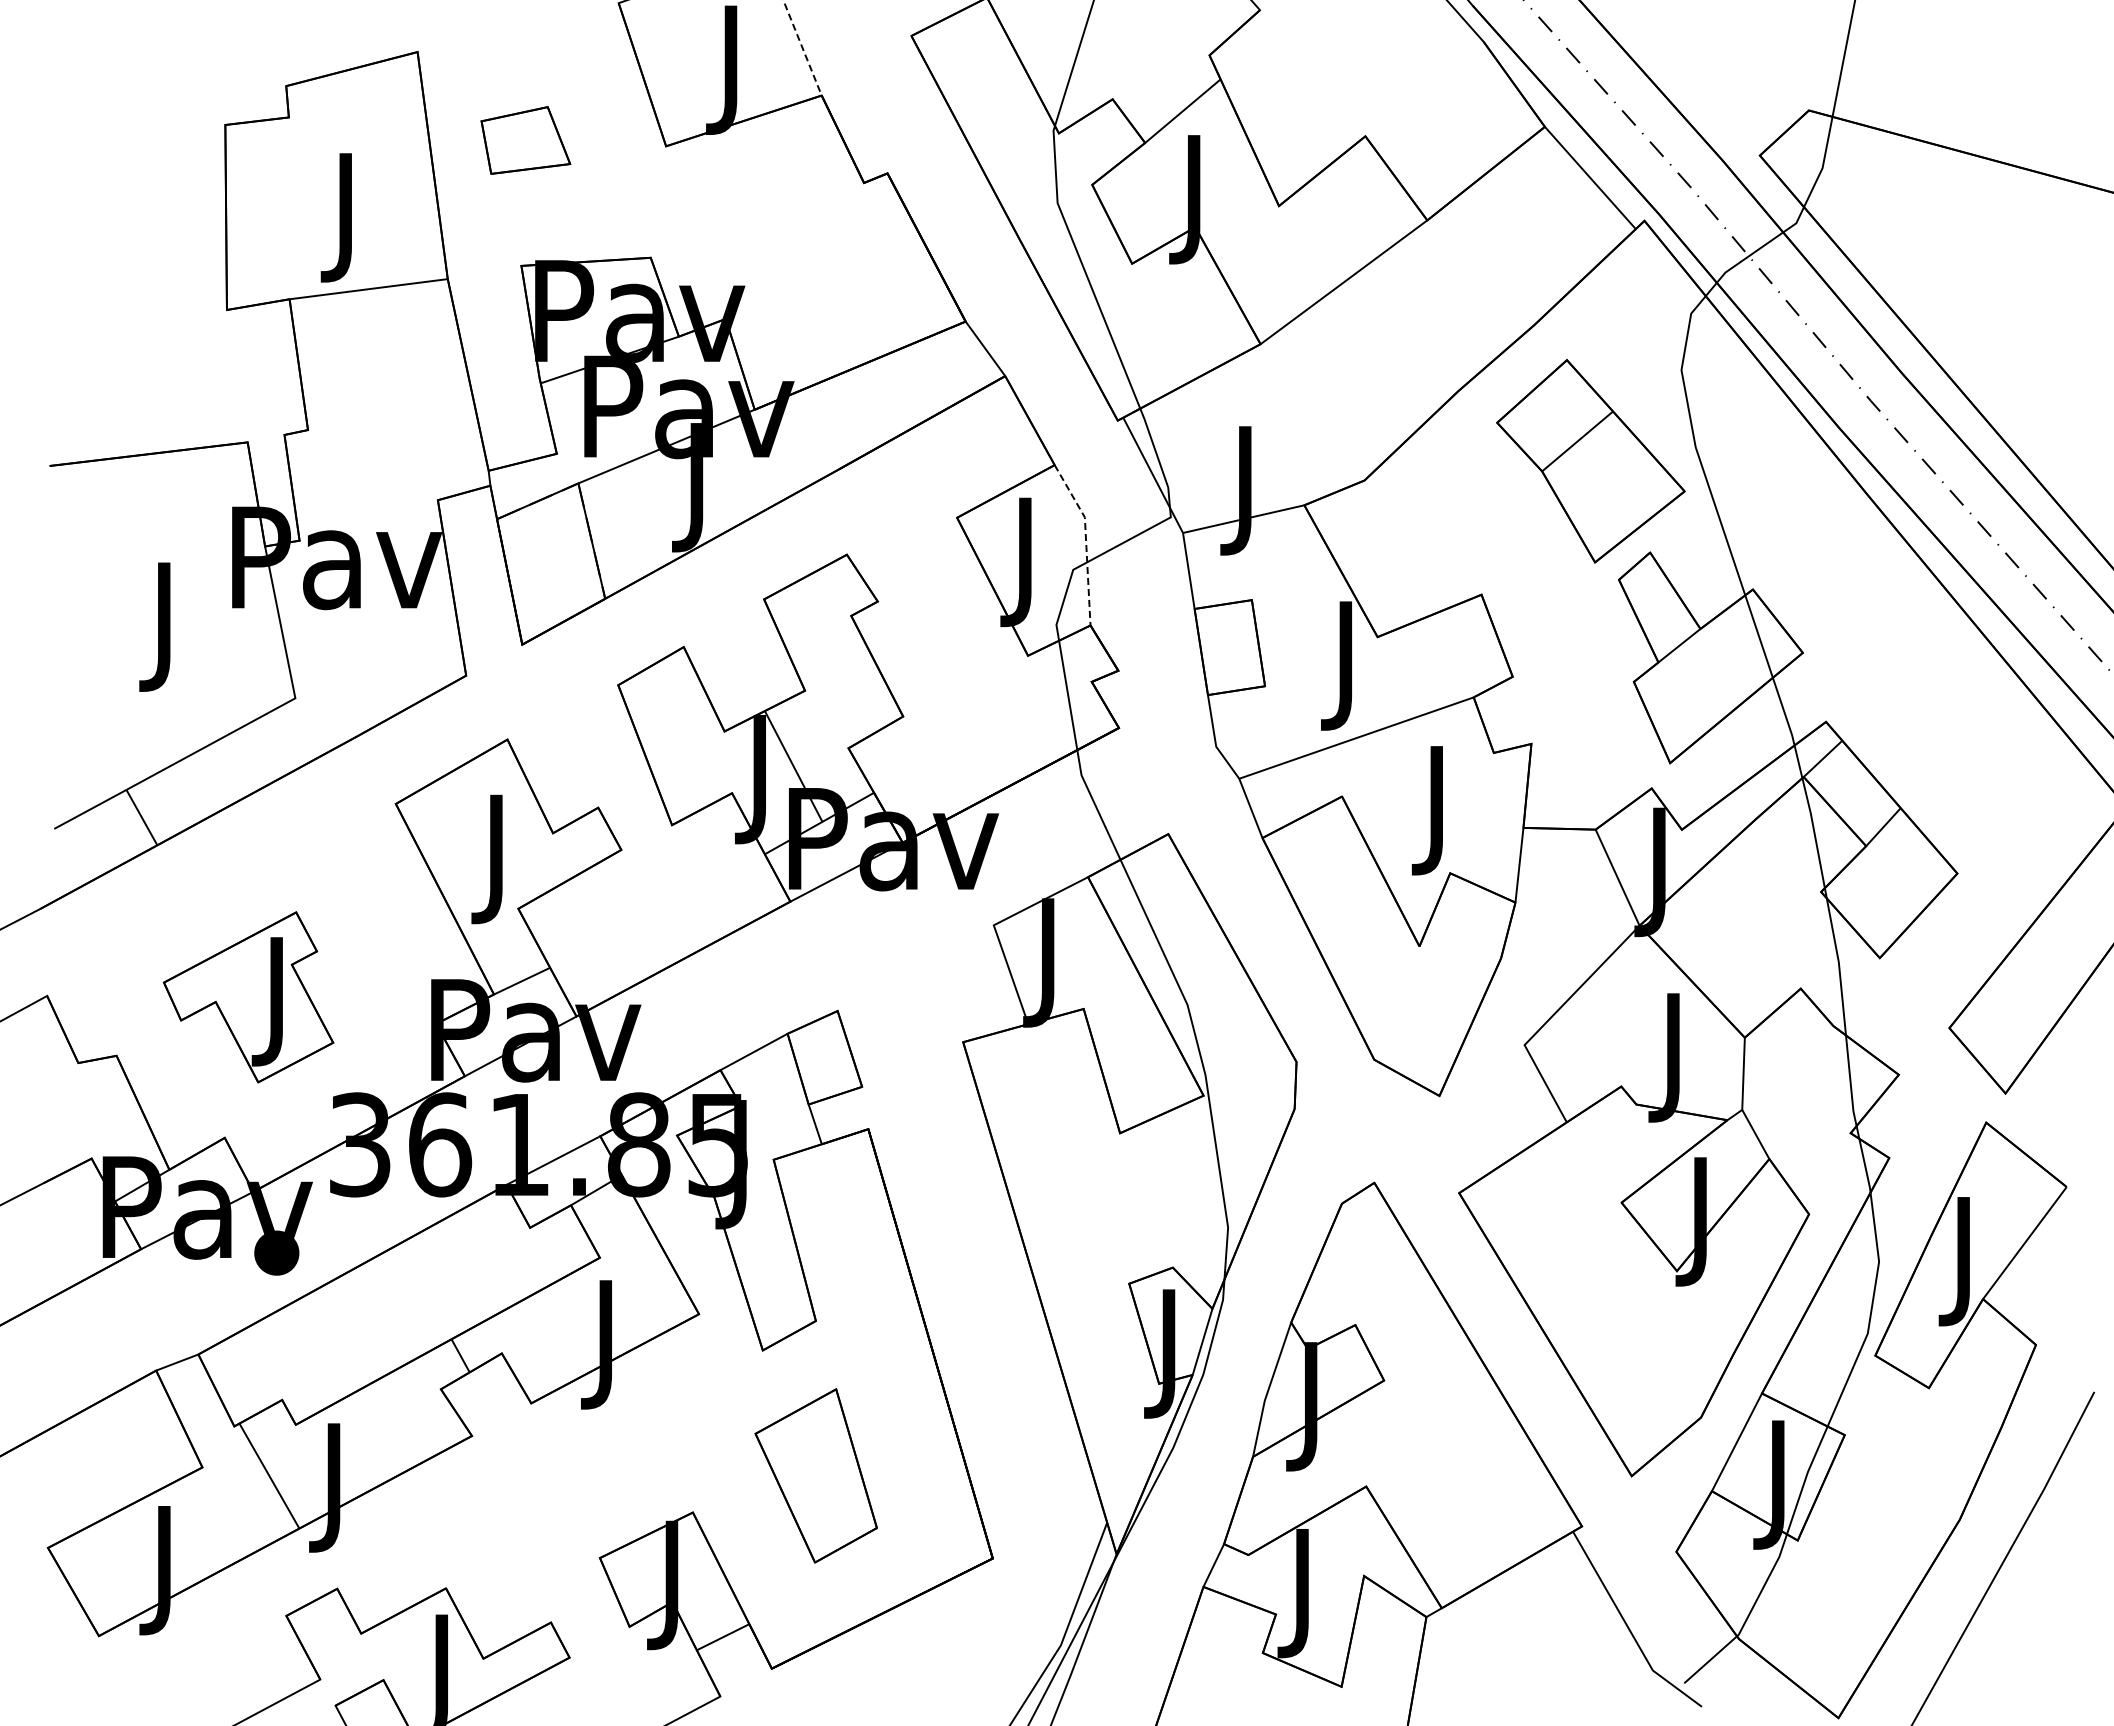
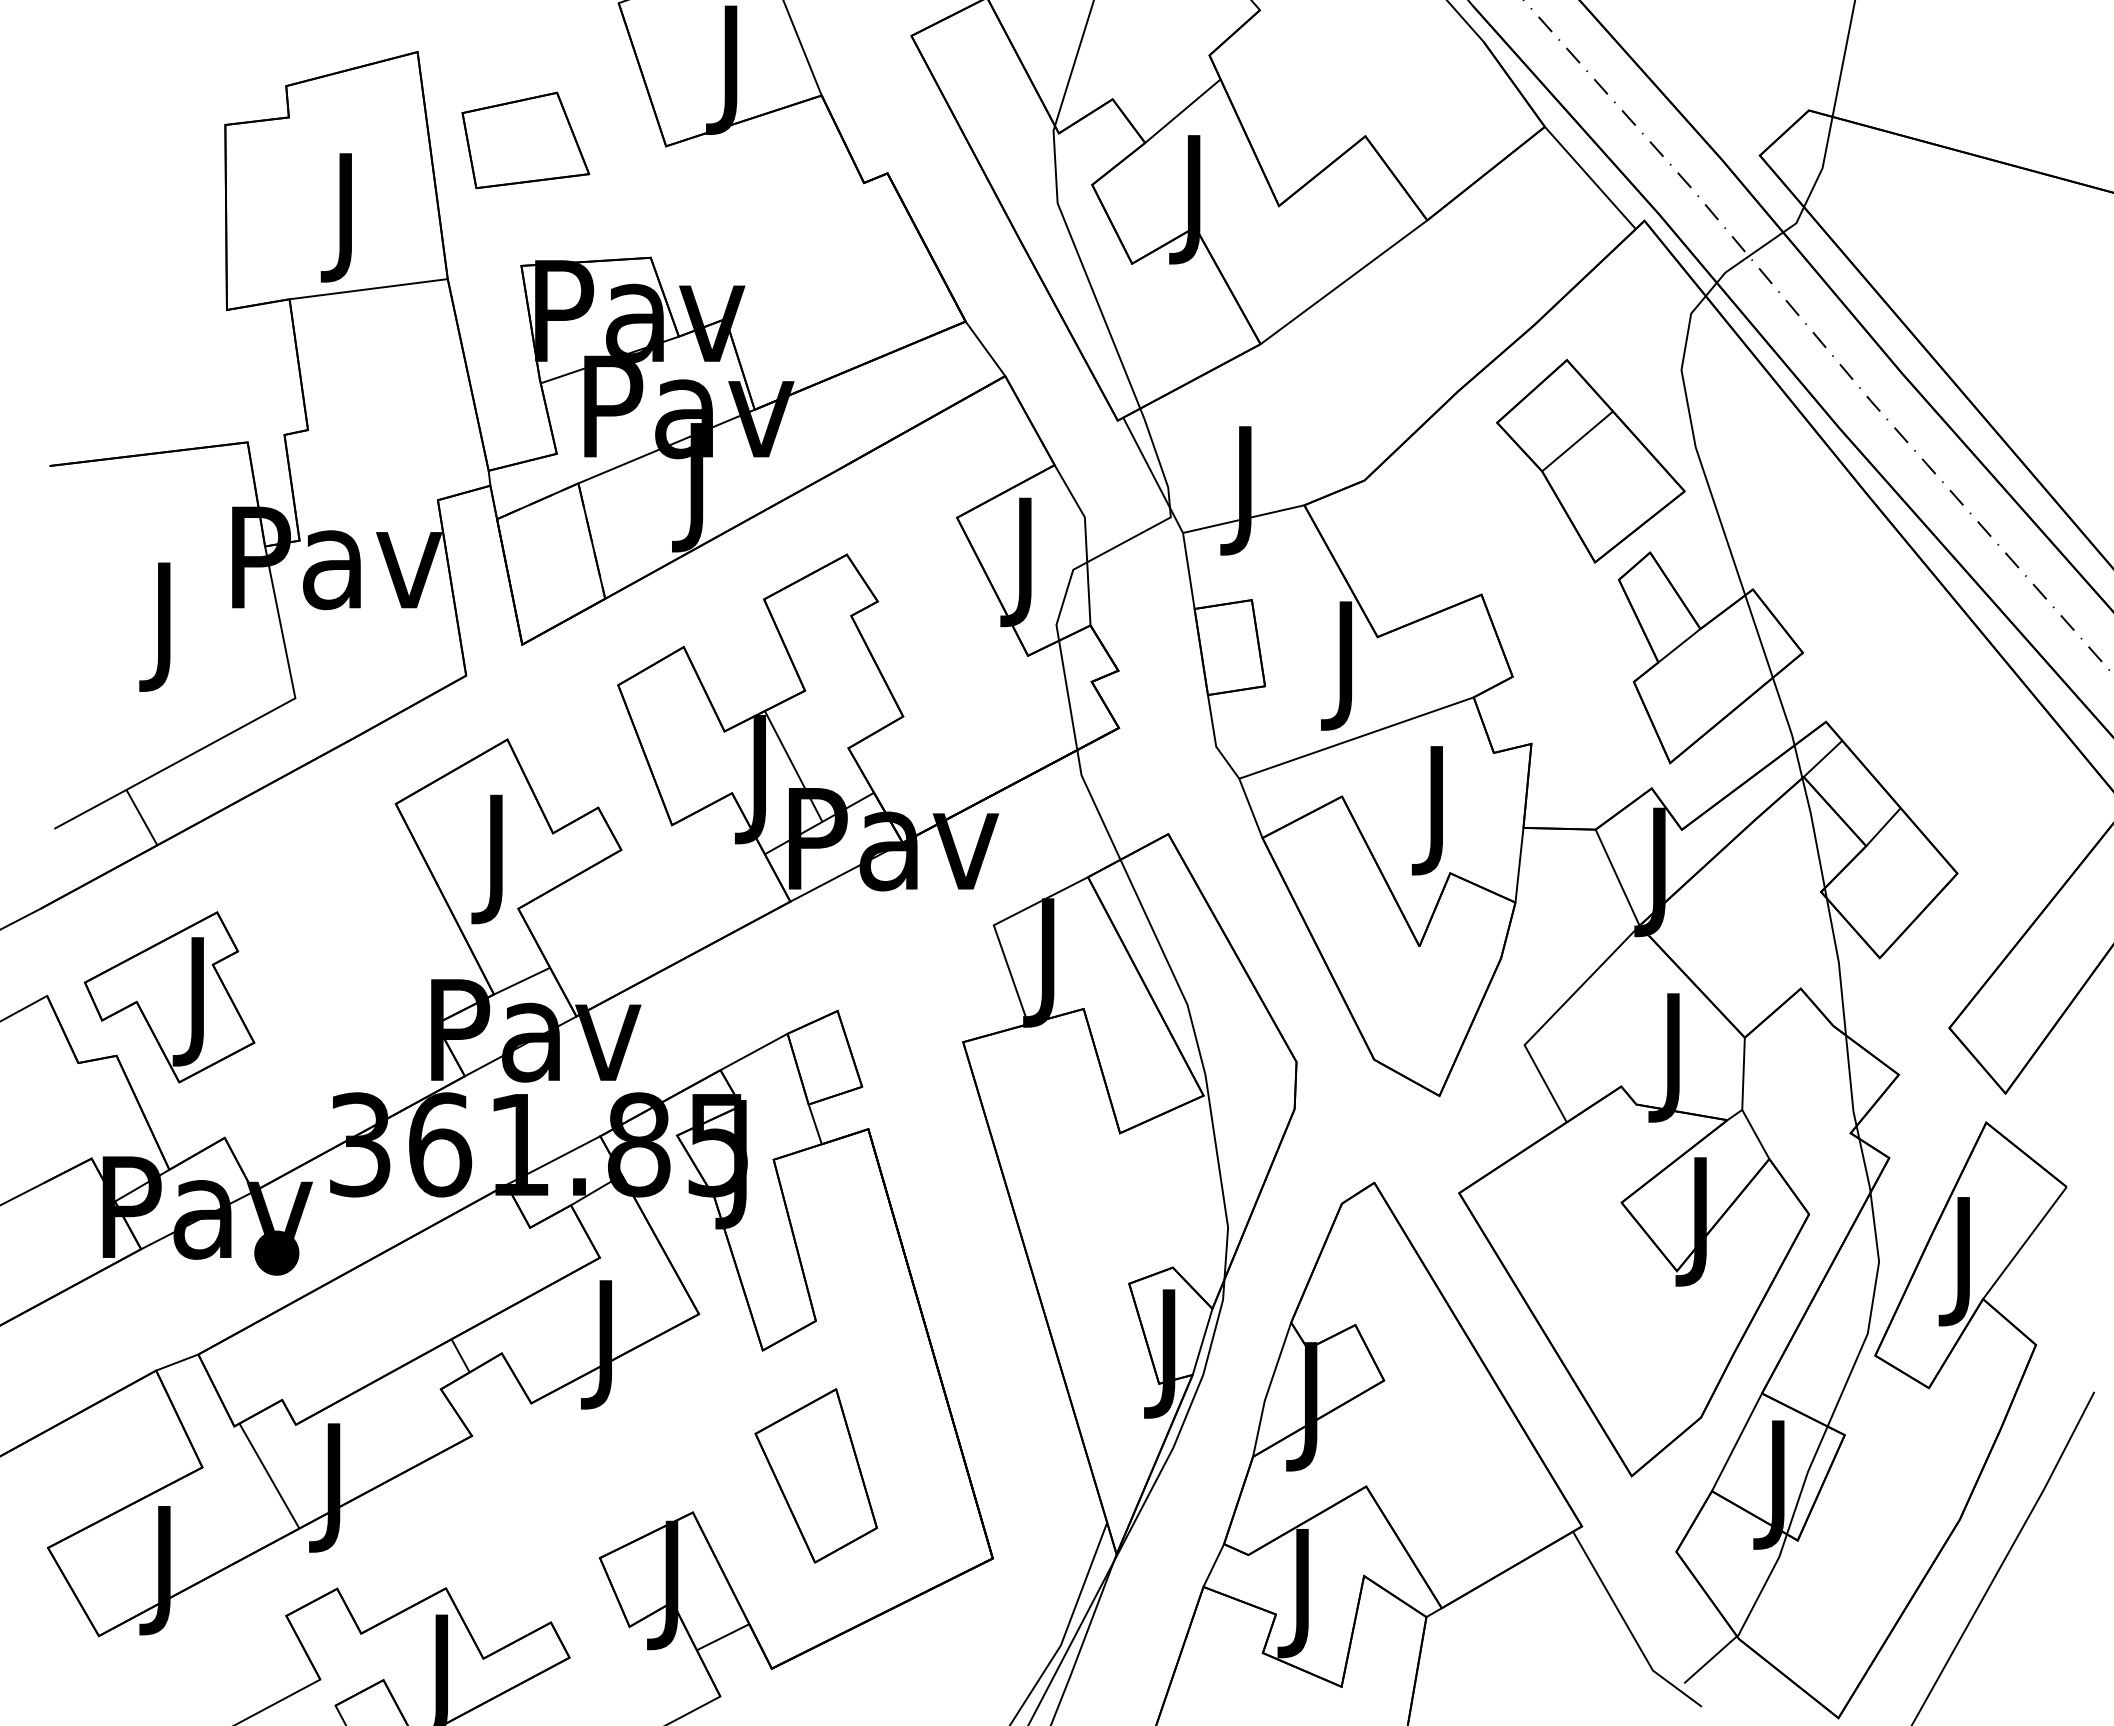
line at (802, 48): dashed -> solid
part at (525, 140) size: 92x69 px -> 130x99 px
line at (1086, 541): dashed -> solid
part at (248, 997) position: (248, 997) -> (169, 997)
